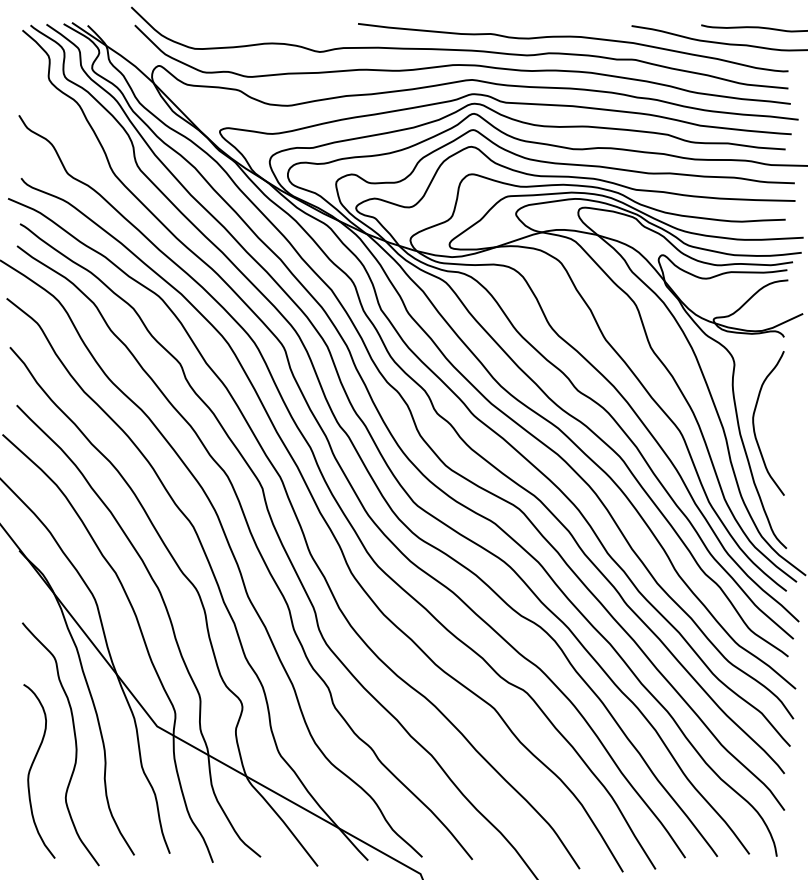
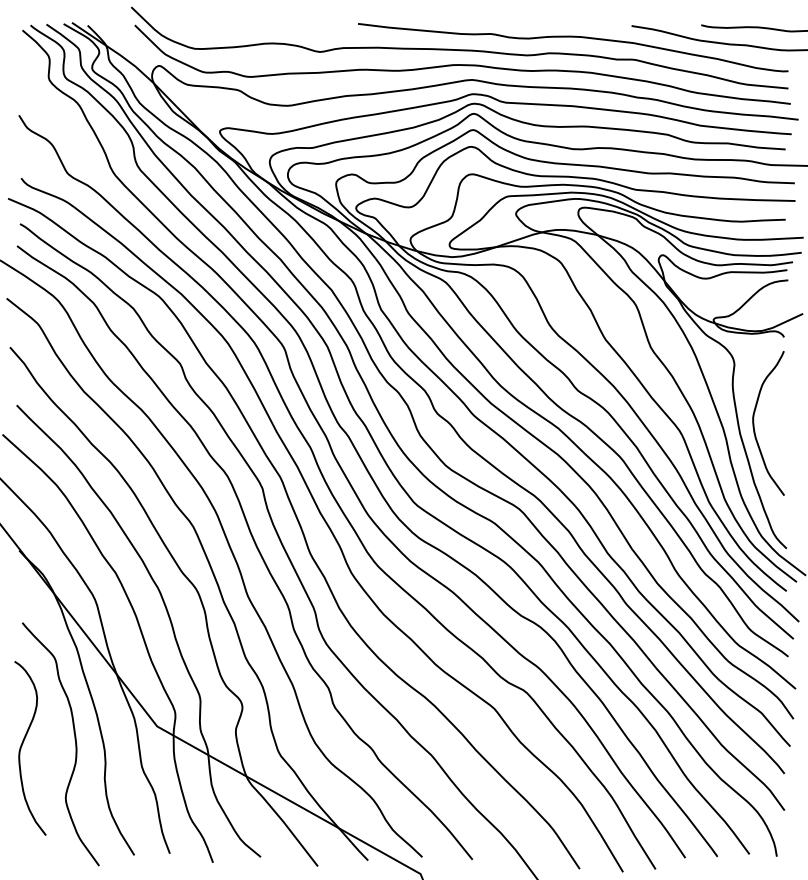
curve at (31, 769) position: (31, 769) -> (22, 746)
